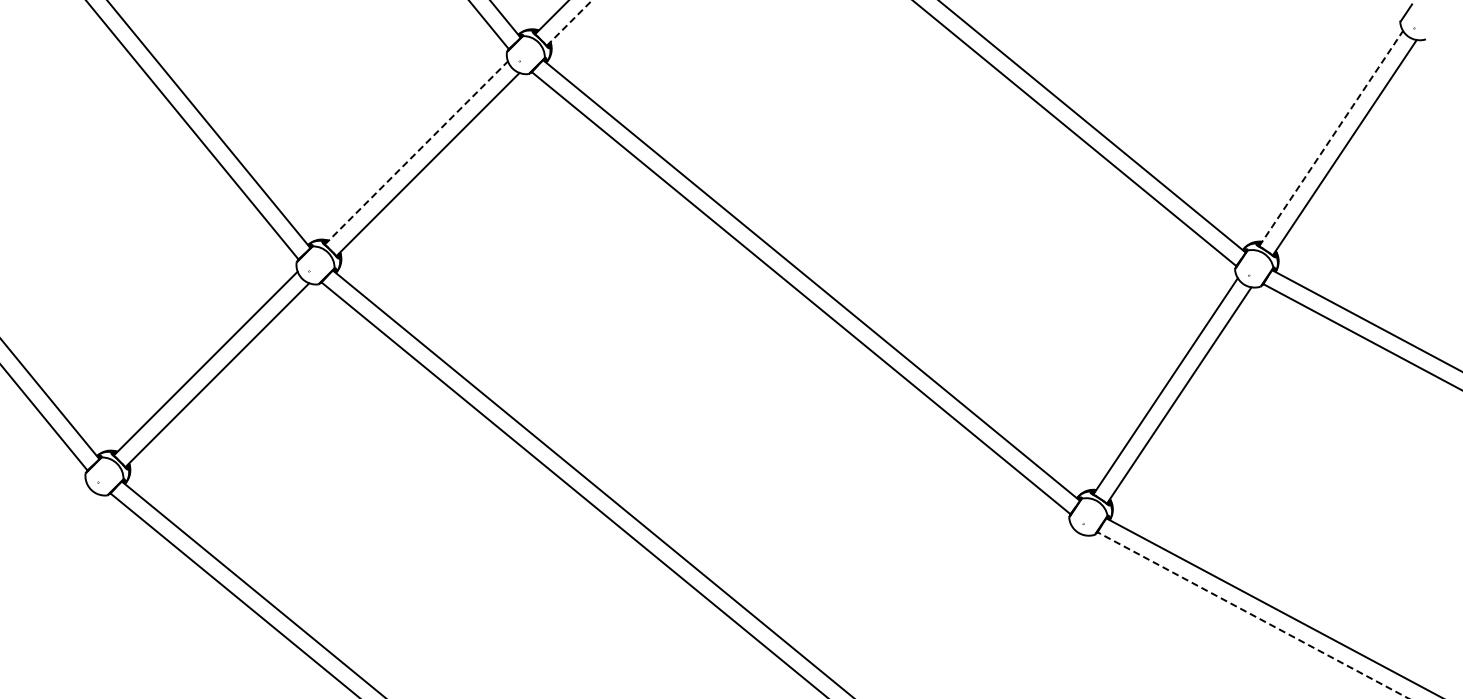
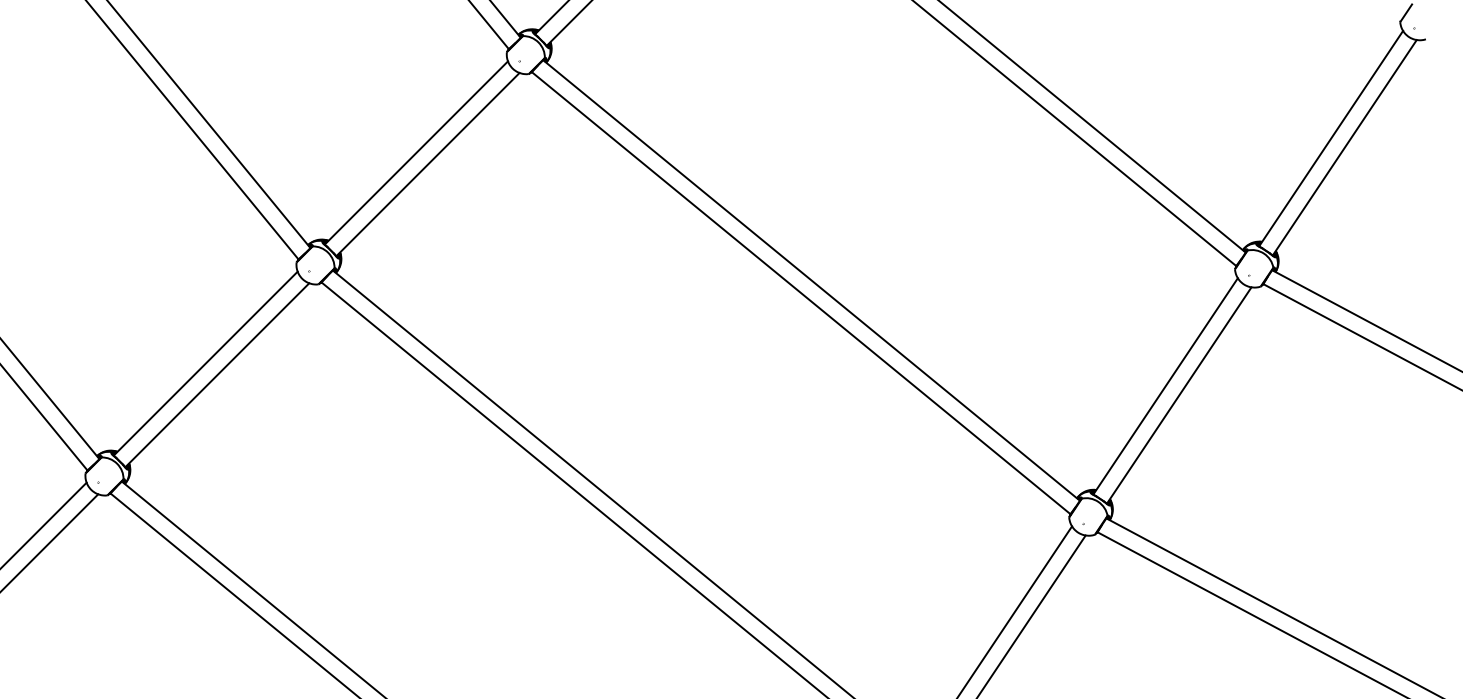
line at (570, 22): dashed -> solid
line at (1331, 138): dashed -> solid
line at (416, 152): dashed -> solid
line at (44, 524): none -> present
line at (50, 542): none -> present
line at (1015, 610): none -> present
line at (1031, 615): none -> present
line at (1252, 615): dashed -> solid
